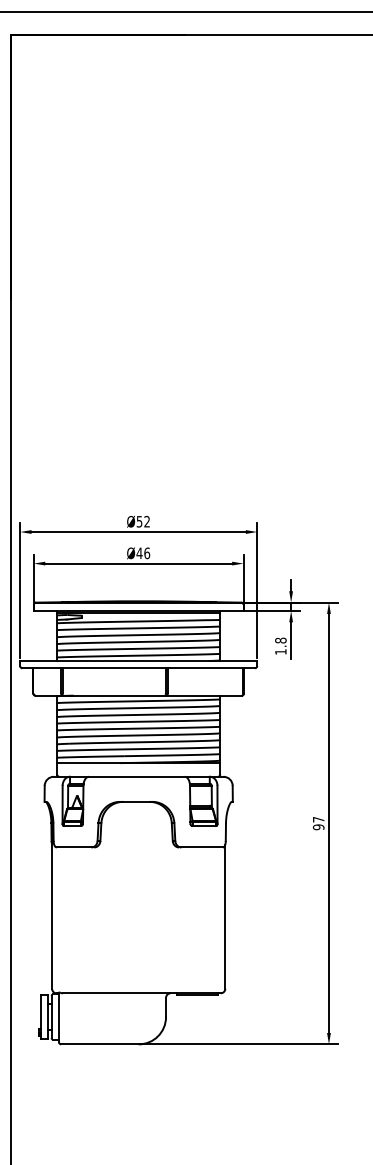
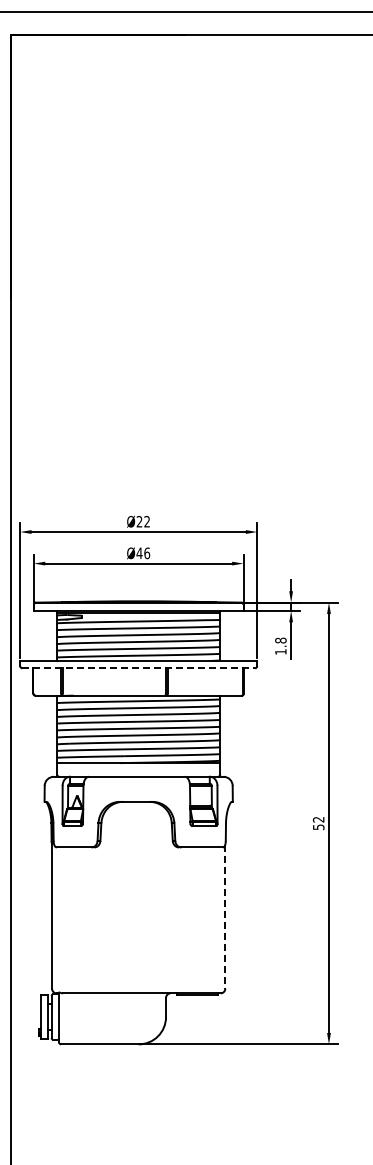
text at (139, 521): Ø52 -> Ø22
line at (139, 668): solid -> dashed
text at (318, 823): 97 -> 52
line at (225, 917): solid -> dashed
